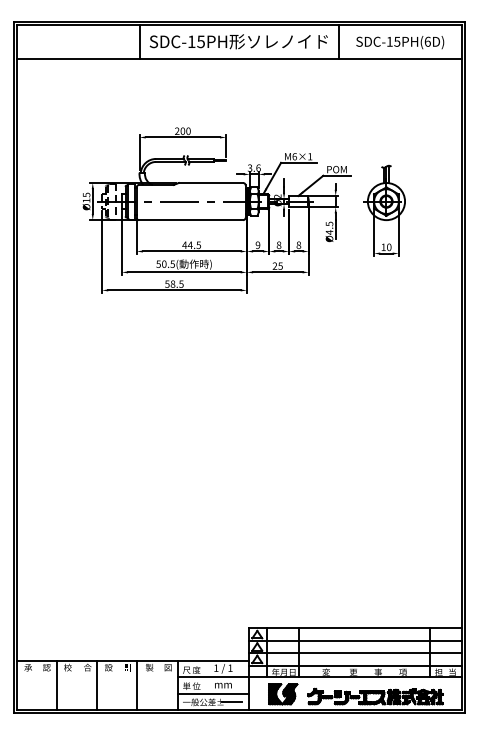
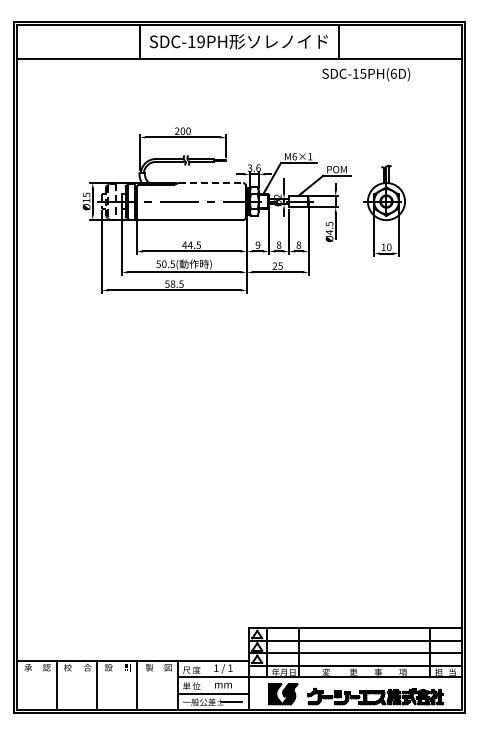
text at (200, 41): SDC-15PH -> SDC-19PH
text at (400, 42) position: (400, 42) -> (366, 74)
line at (211, 183): solid -> dashed
